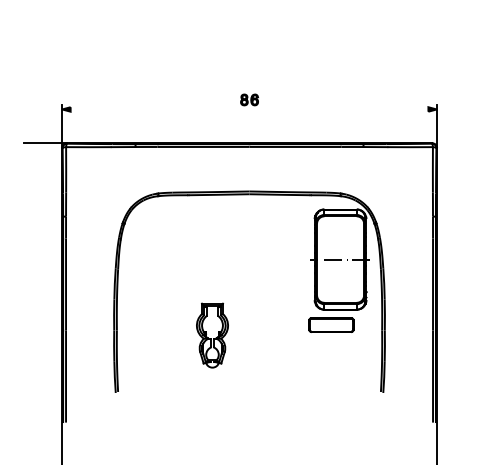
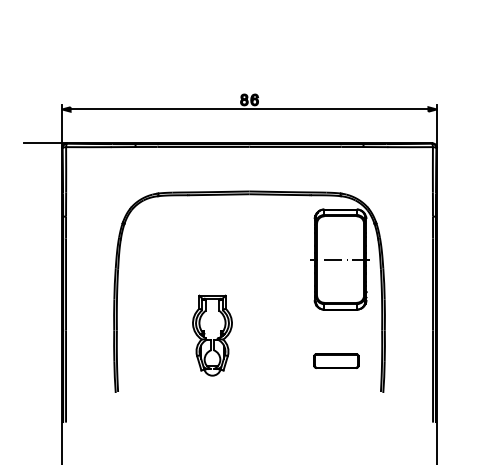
line at (249, 109): none -> present
part at (331, 324) position: (331, 324) -> (336, 360)
part at (212, 335) size: 33x67 px -> 41x83 px
